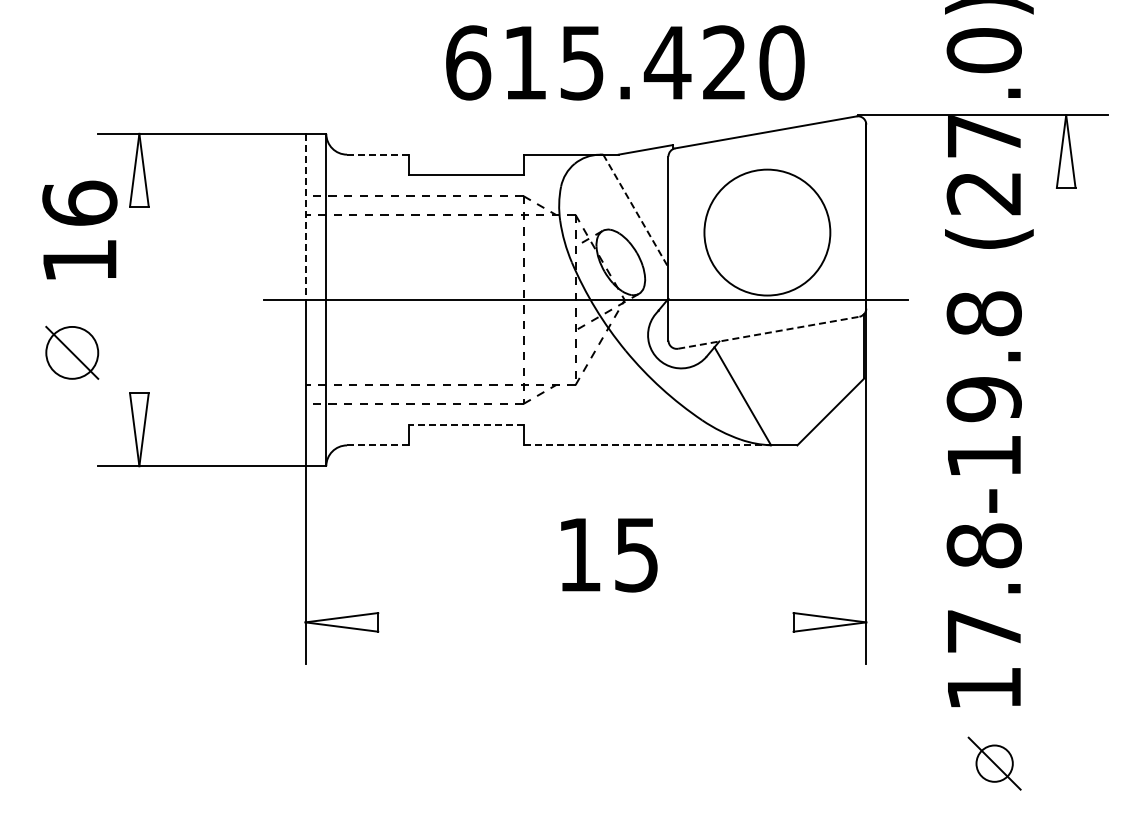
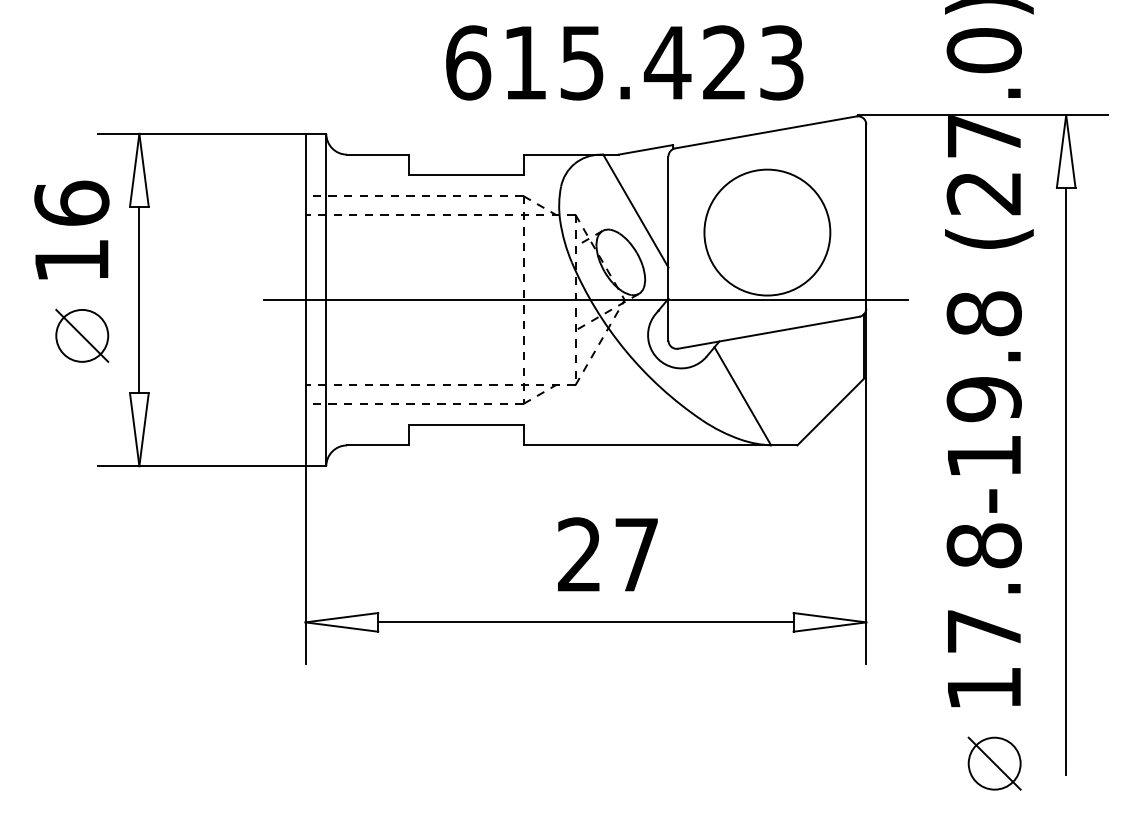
text at (781, 62): 615.420 -> 615.423
line at (377, 154): dashed -> solid
line at (636, 211): dashed -> solid
line at (305, 217): dashed -> solid
text at (79, 229) position: (79, 229) -> (71, 229)
line at (139, 299): none -> present
line at (769, 332): dashed -> solid
part at (72, 352) position: (72, 352) -> (82, 335)
line at (466, 424): dashed -> solid
line at (378, 445): dashed -> solid
line at (647, 445): dashed -> solid
line at (1066, 481): none -> present
text at (607, 554): 15 -> 27
line at (585, 622): none -> present
circle at (994, 763) diameter: 36 px -> 52 px
